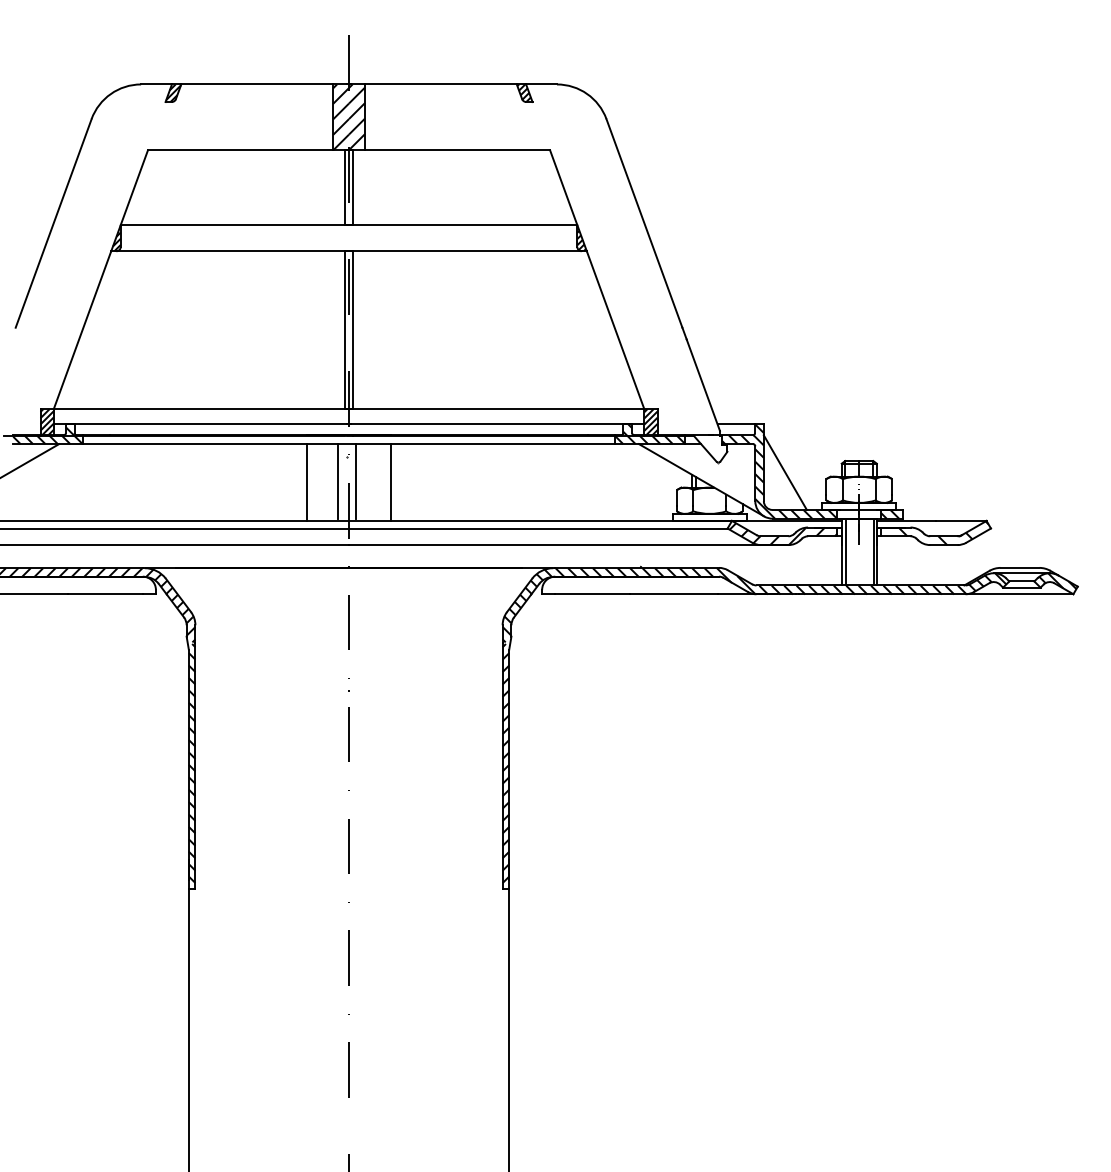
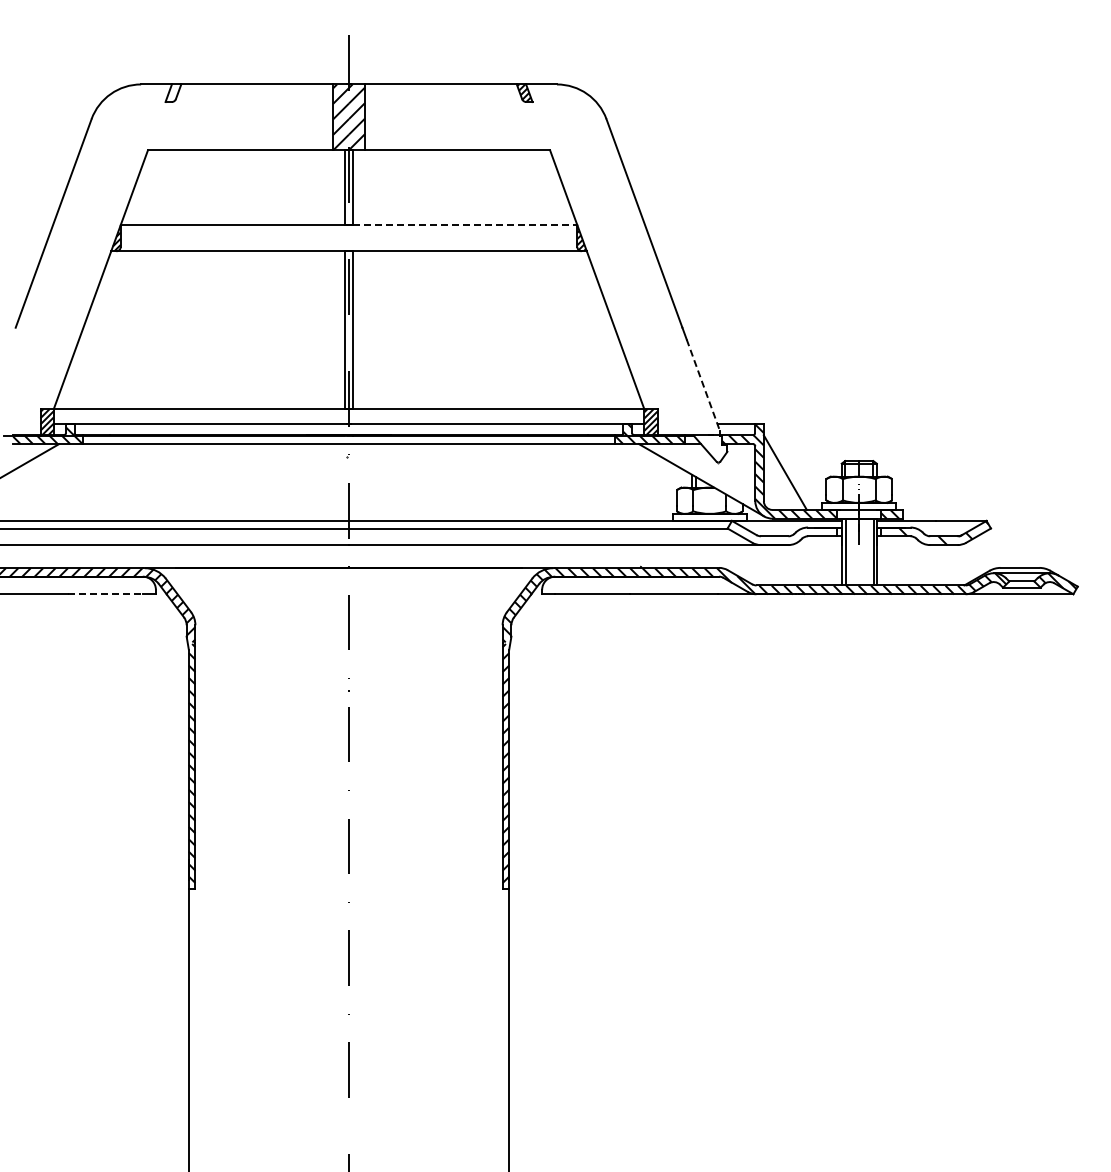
hatch at (173, 93): present -> none
line at (465, 225): solid -> dashed
line at (703, 385): solid -> dashed
line at (338, 481): present -> none
line at (355, 481): present -> none
line at (307, 482): present -> none
line at (390, 482): present -> none
hatch at (783, 534): present -> none
line at (105, 594): solid -> dashed
